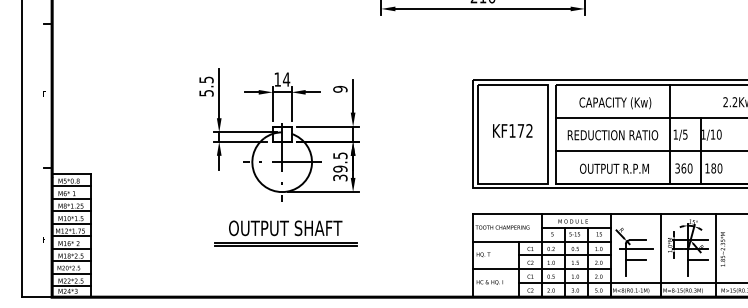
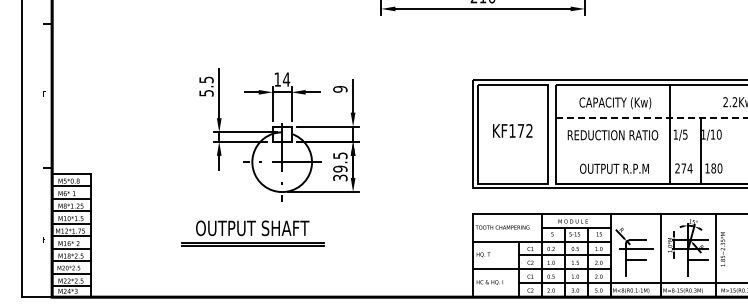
line at (651, 117): solid -> dashed
line at (650, 150): present -> none
text at (683, 168): 360 -> 274
part at (285, 233) position: (285, 233) -> (252, 233)
